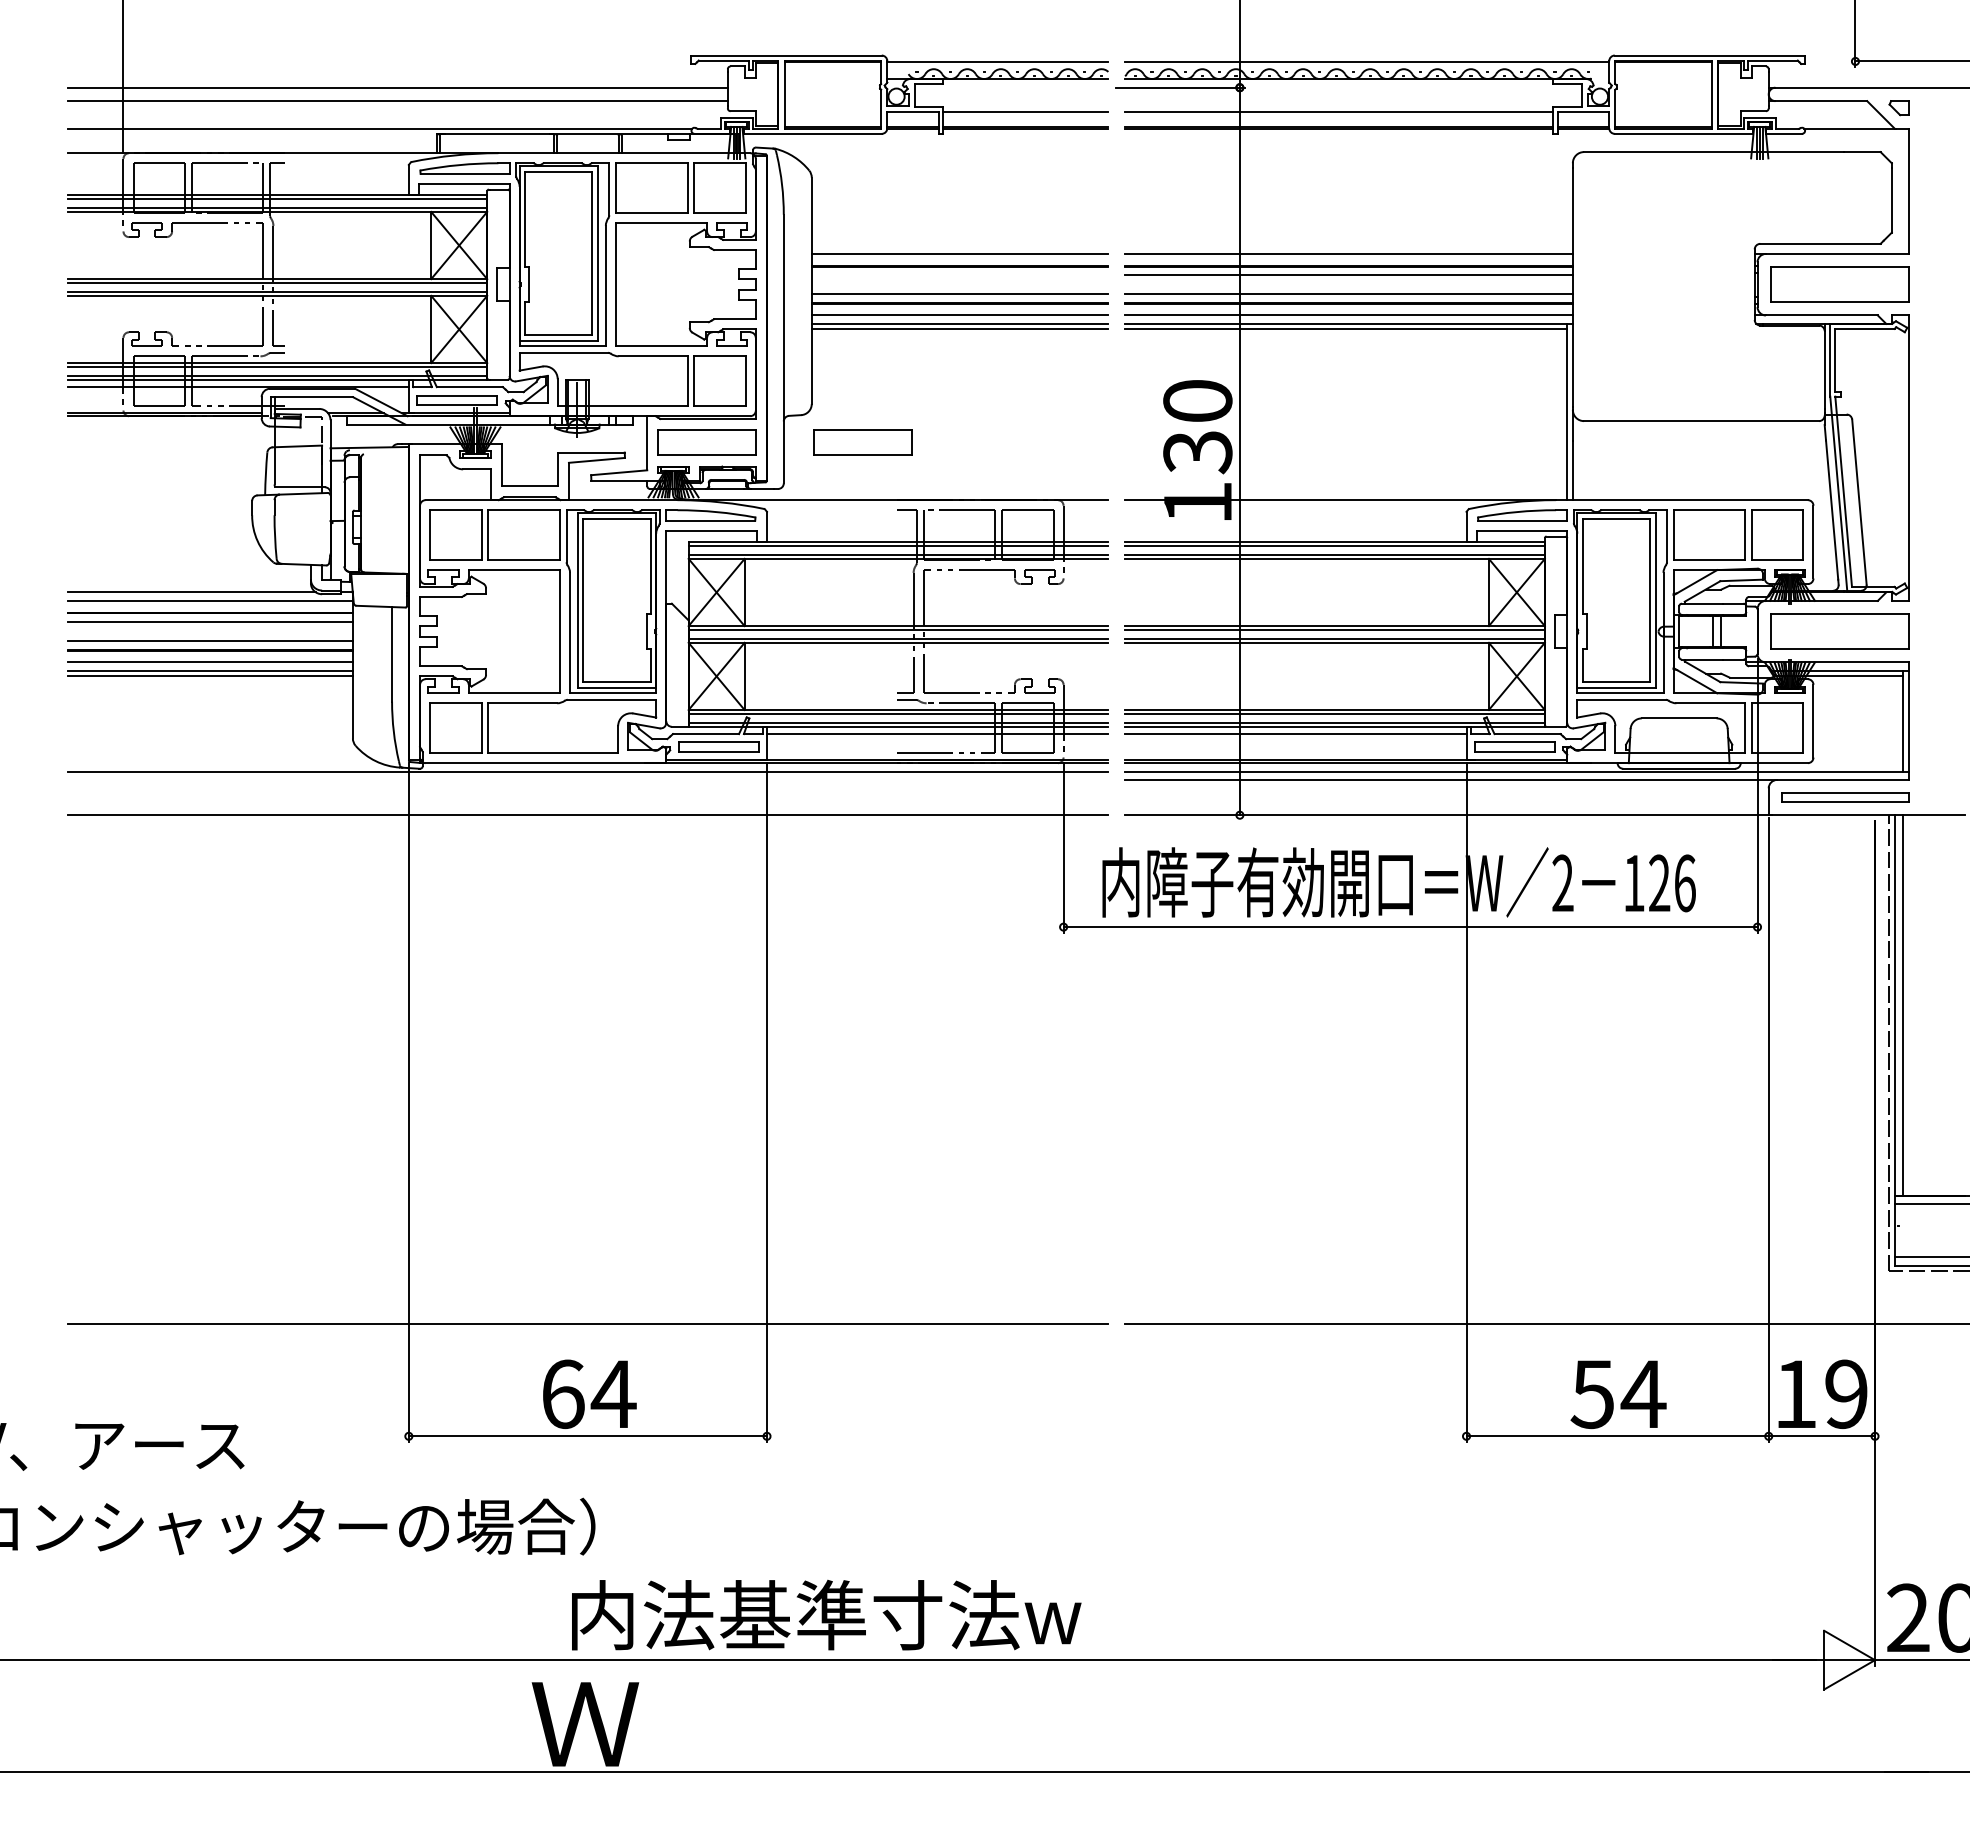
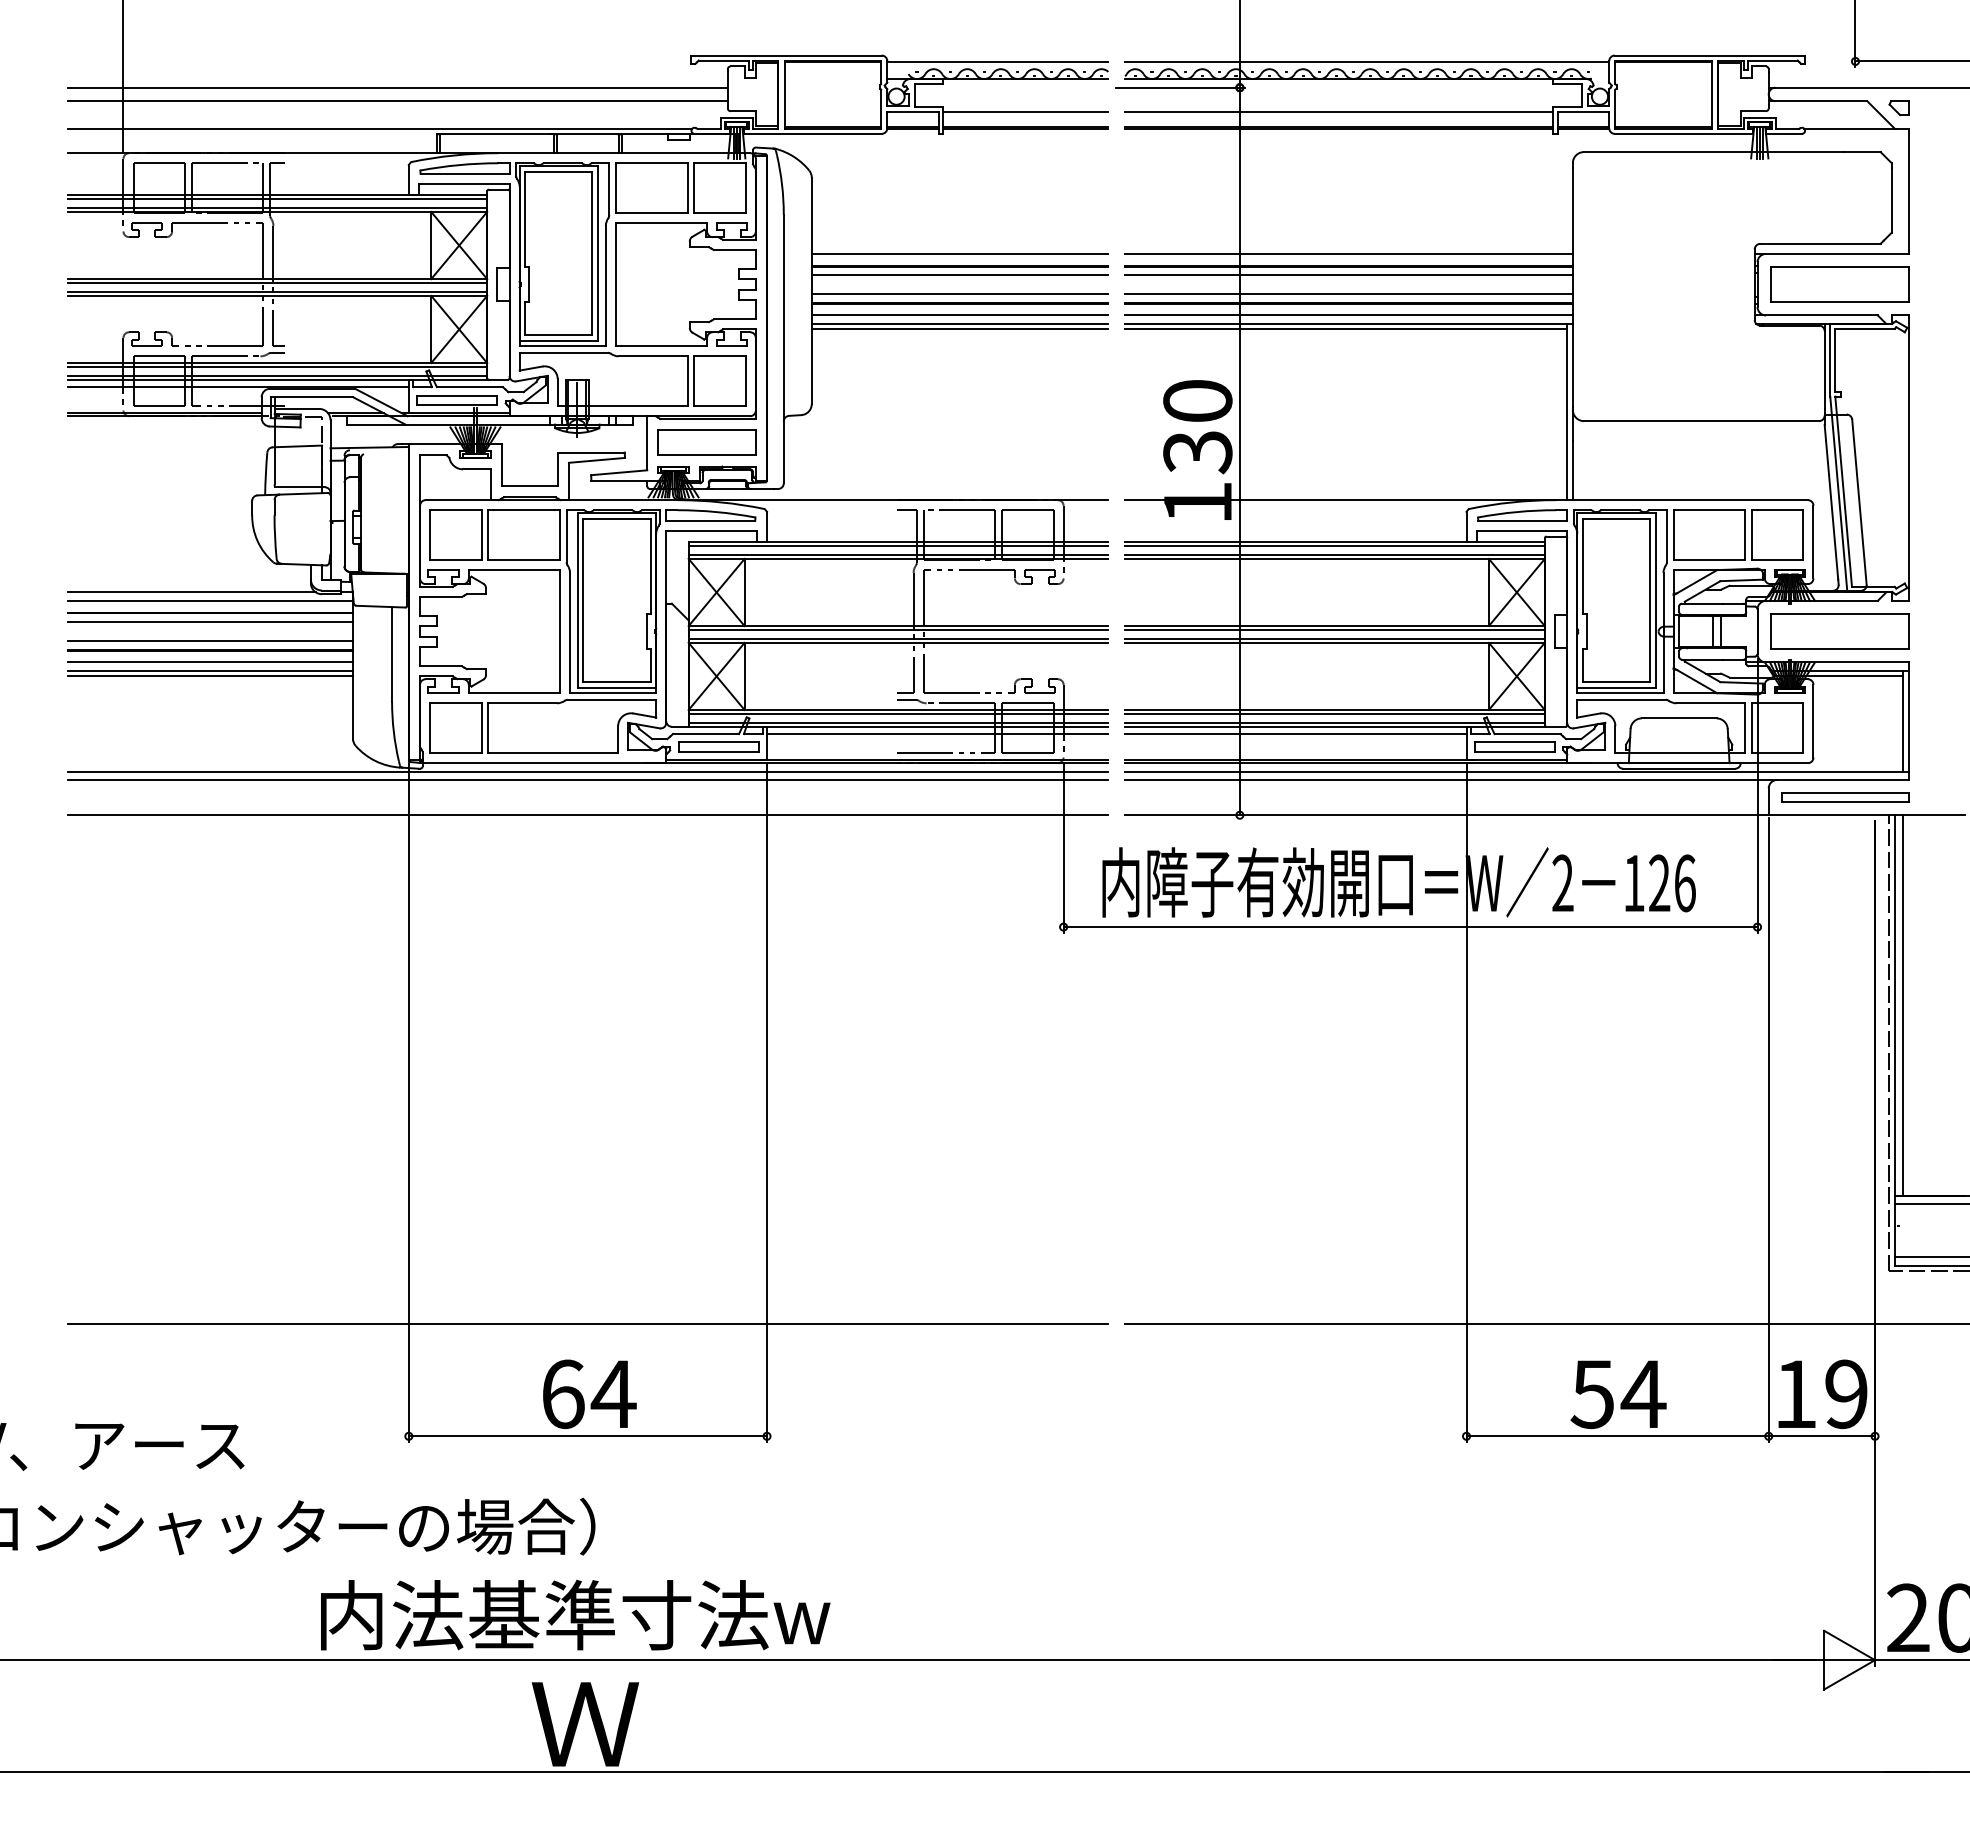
line at (959, 275): none -> present
part at (862, 442): present -> none
line at (587, 779): none -> present
text at (826, 1614) position: (826, 1614) -> (575, 1614)
